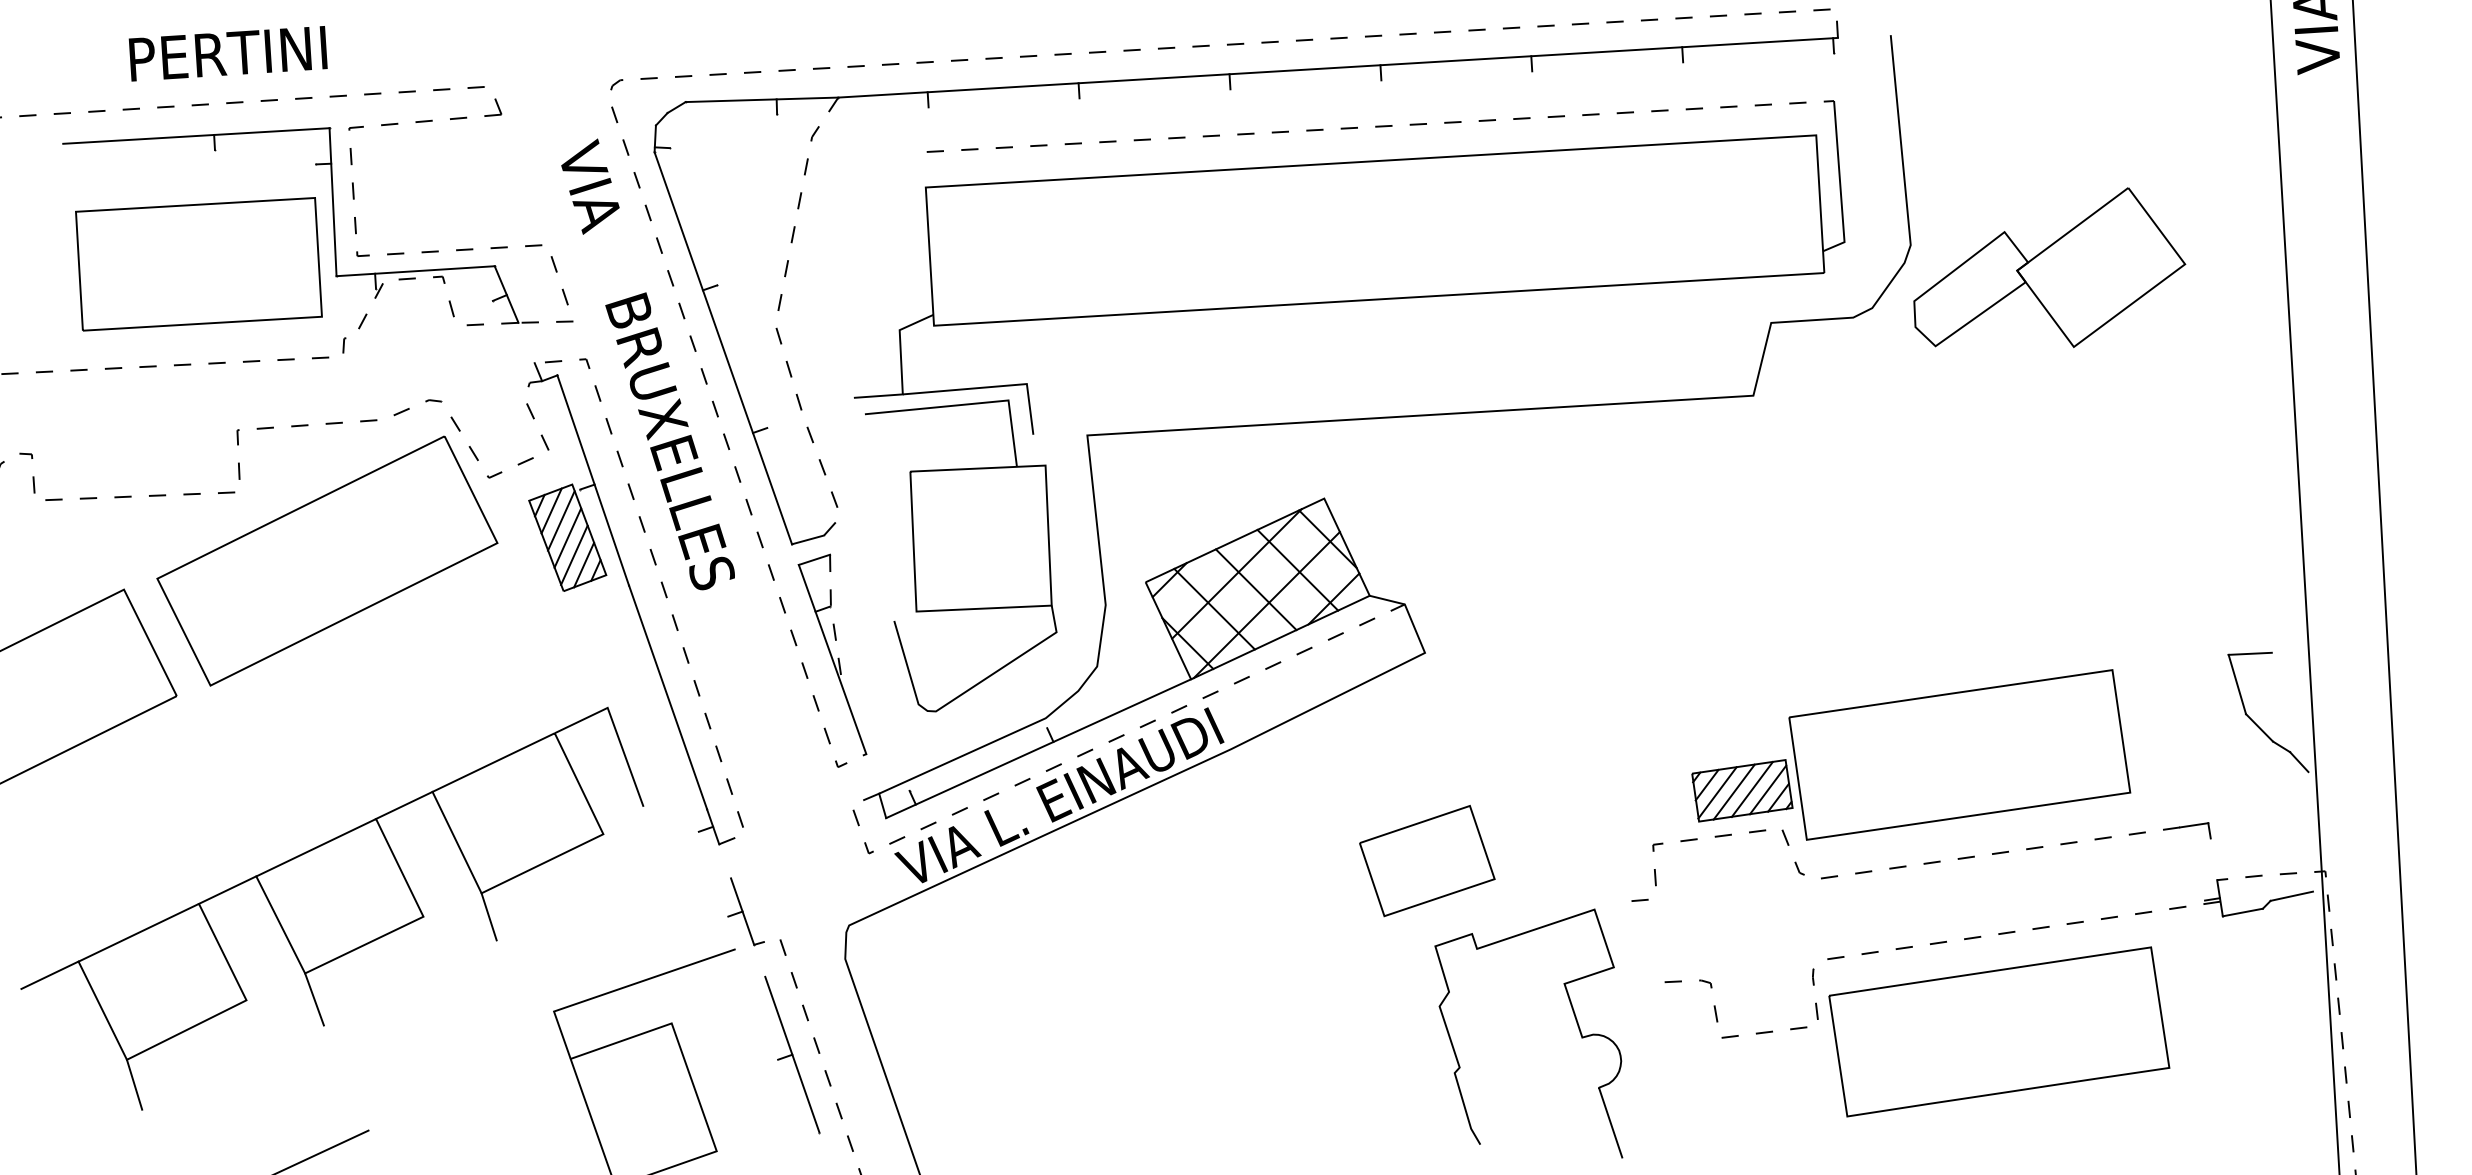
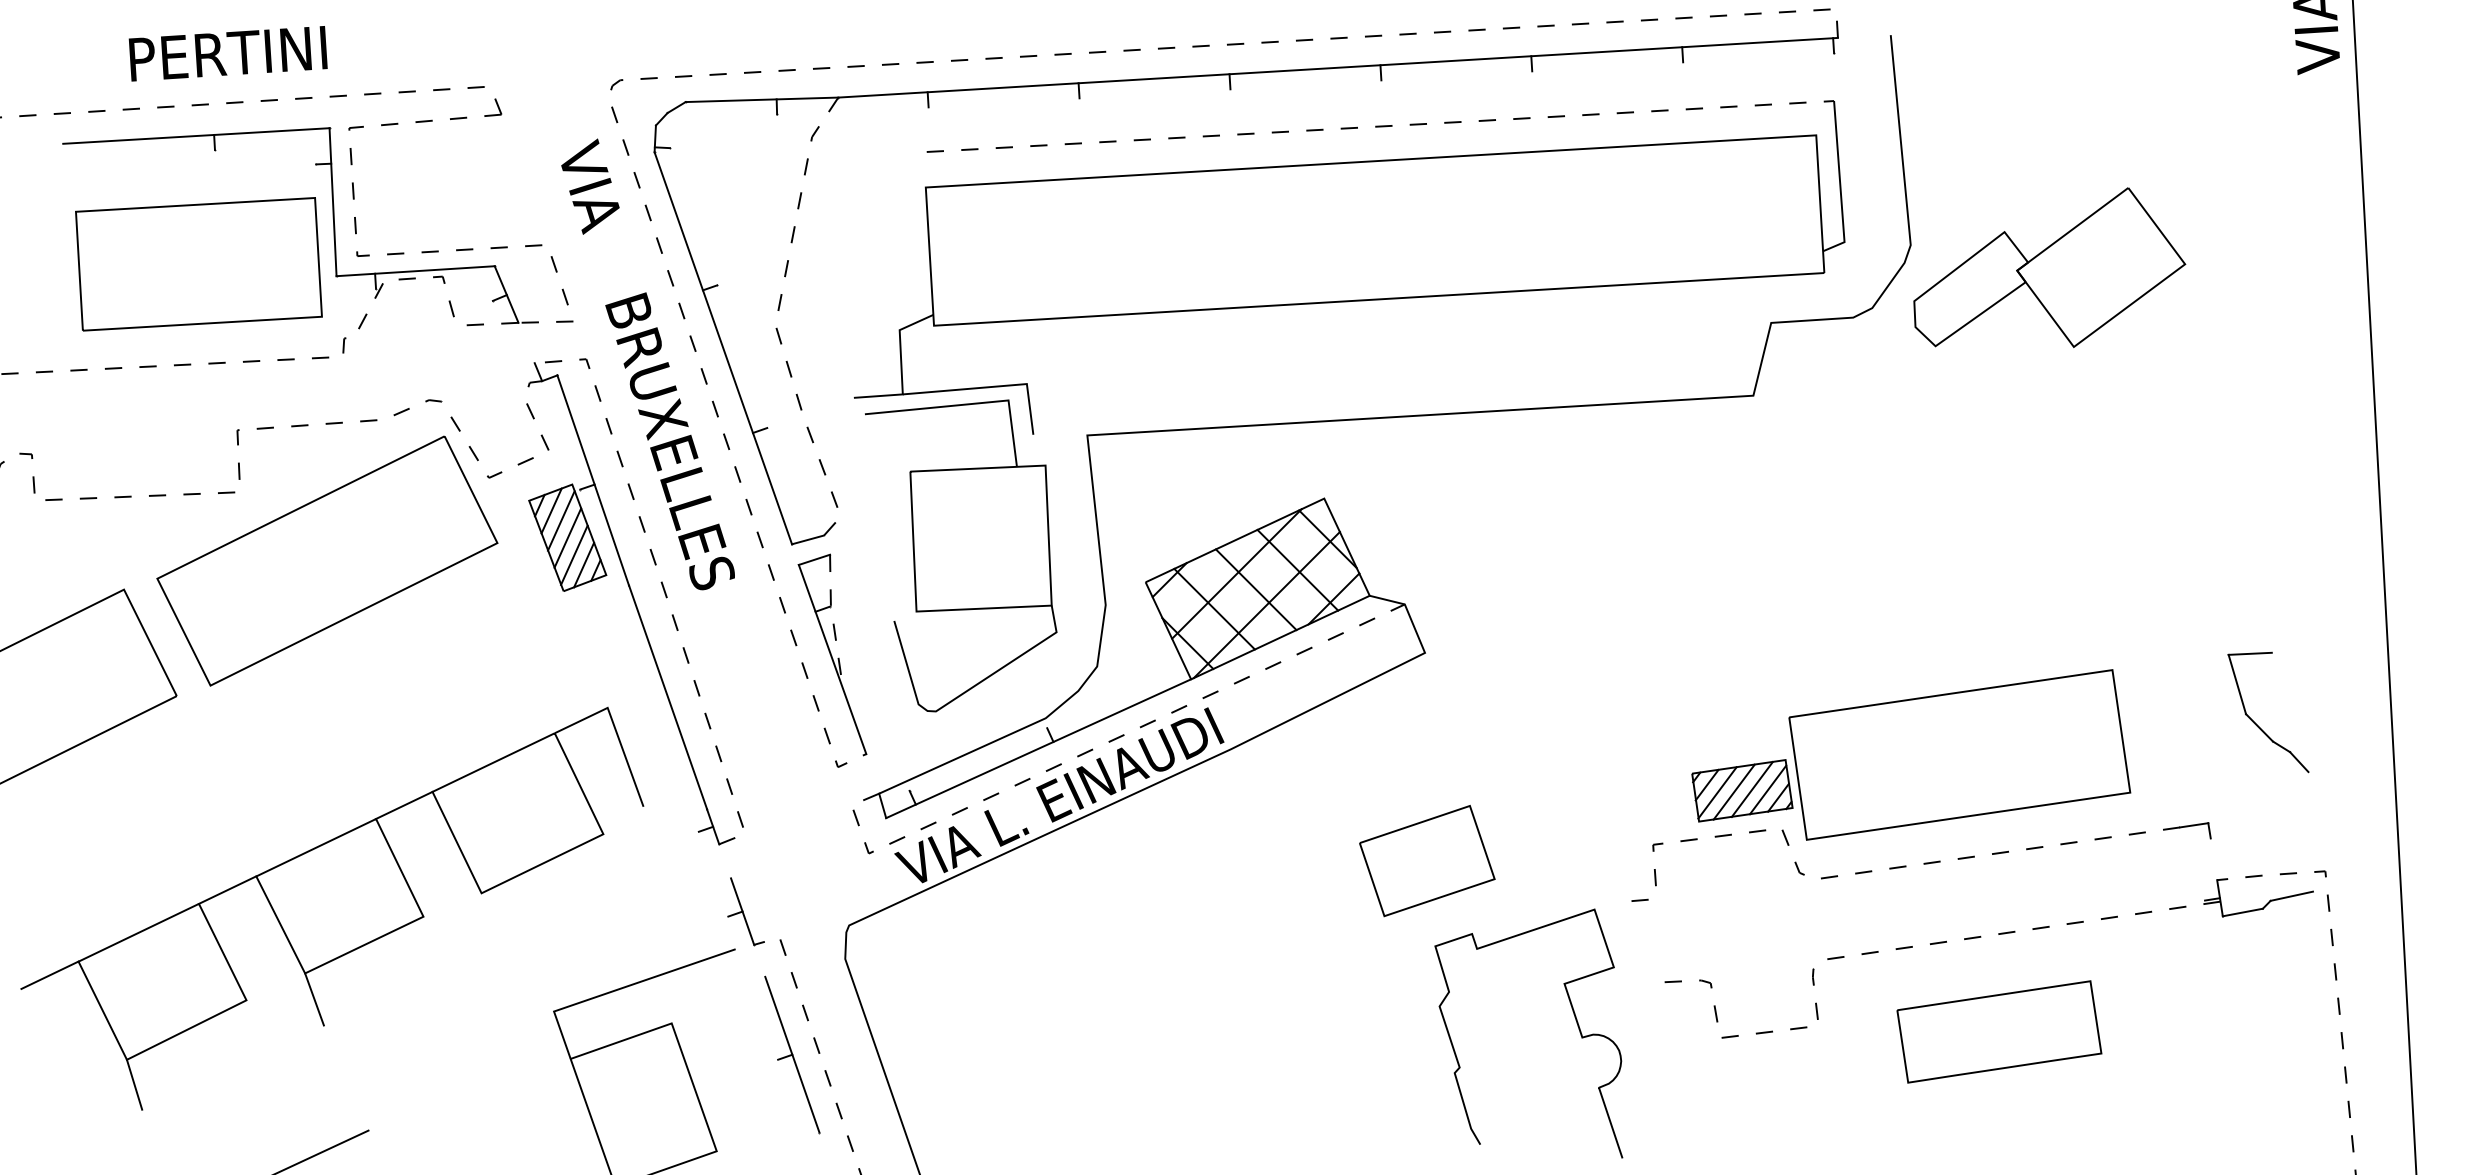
line at (2304, 586): present -> none
line at (488, 916): present -> none
part at (1999, 1031) size: 343x172 px -> 207x104 px
